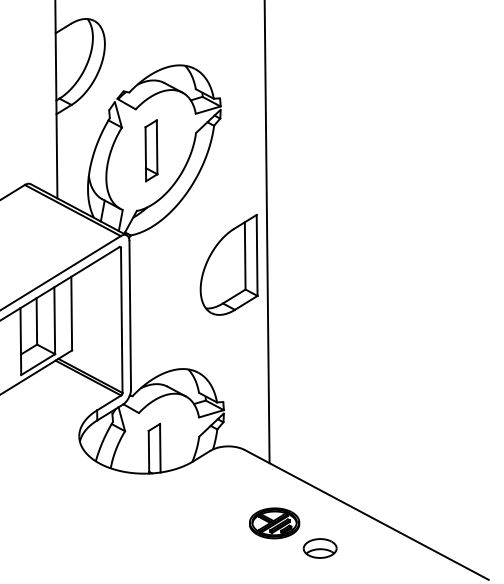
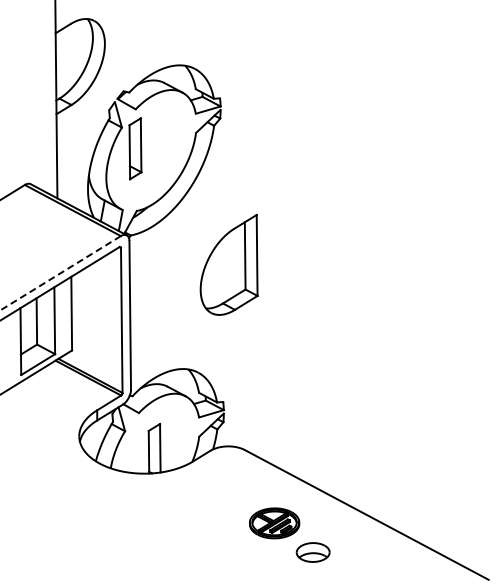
part at (151, 150) position: (151, 150) -> (135, 148)
line at (266, 232): present -> none
line at (60, 273): solid -> dashed
part at (319, 548) position: (319, 548) -> (312, 552)
